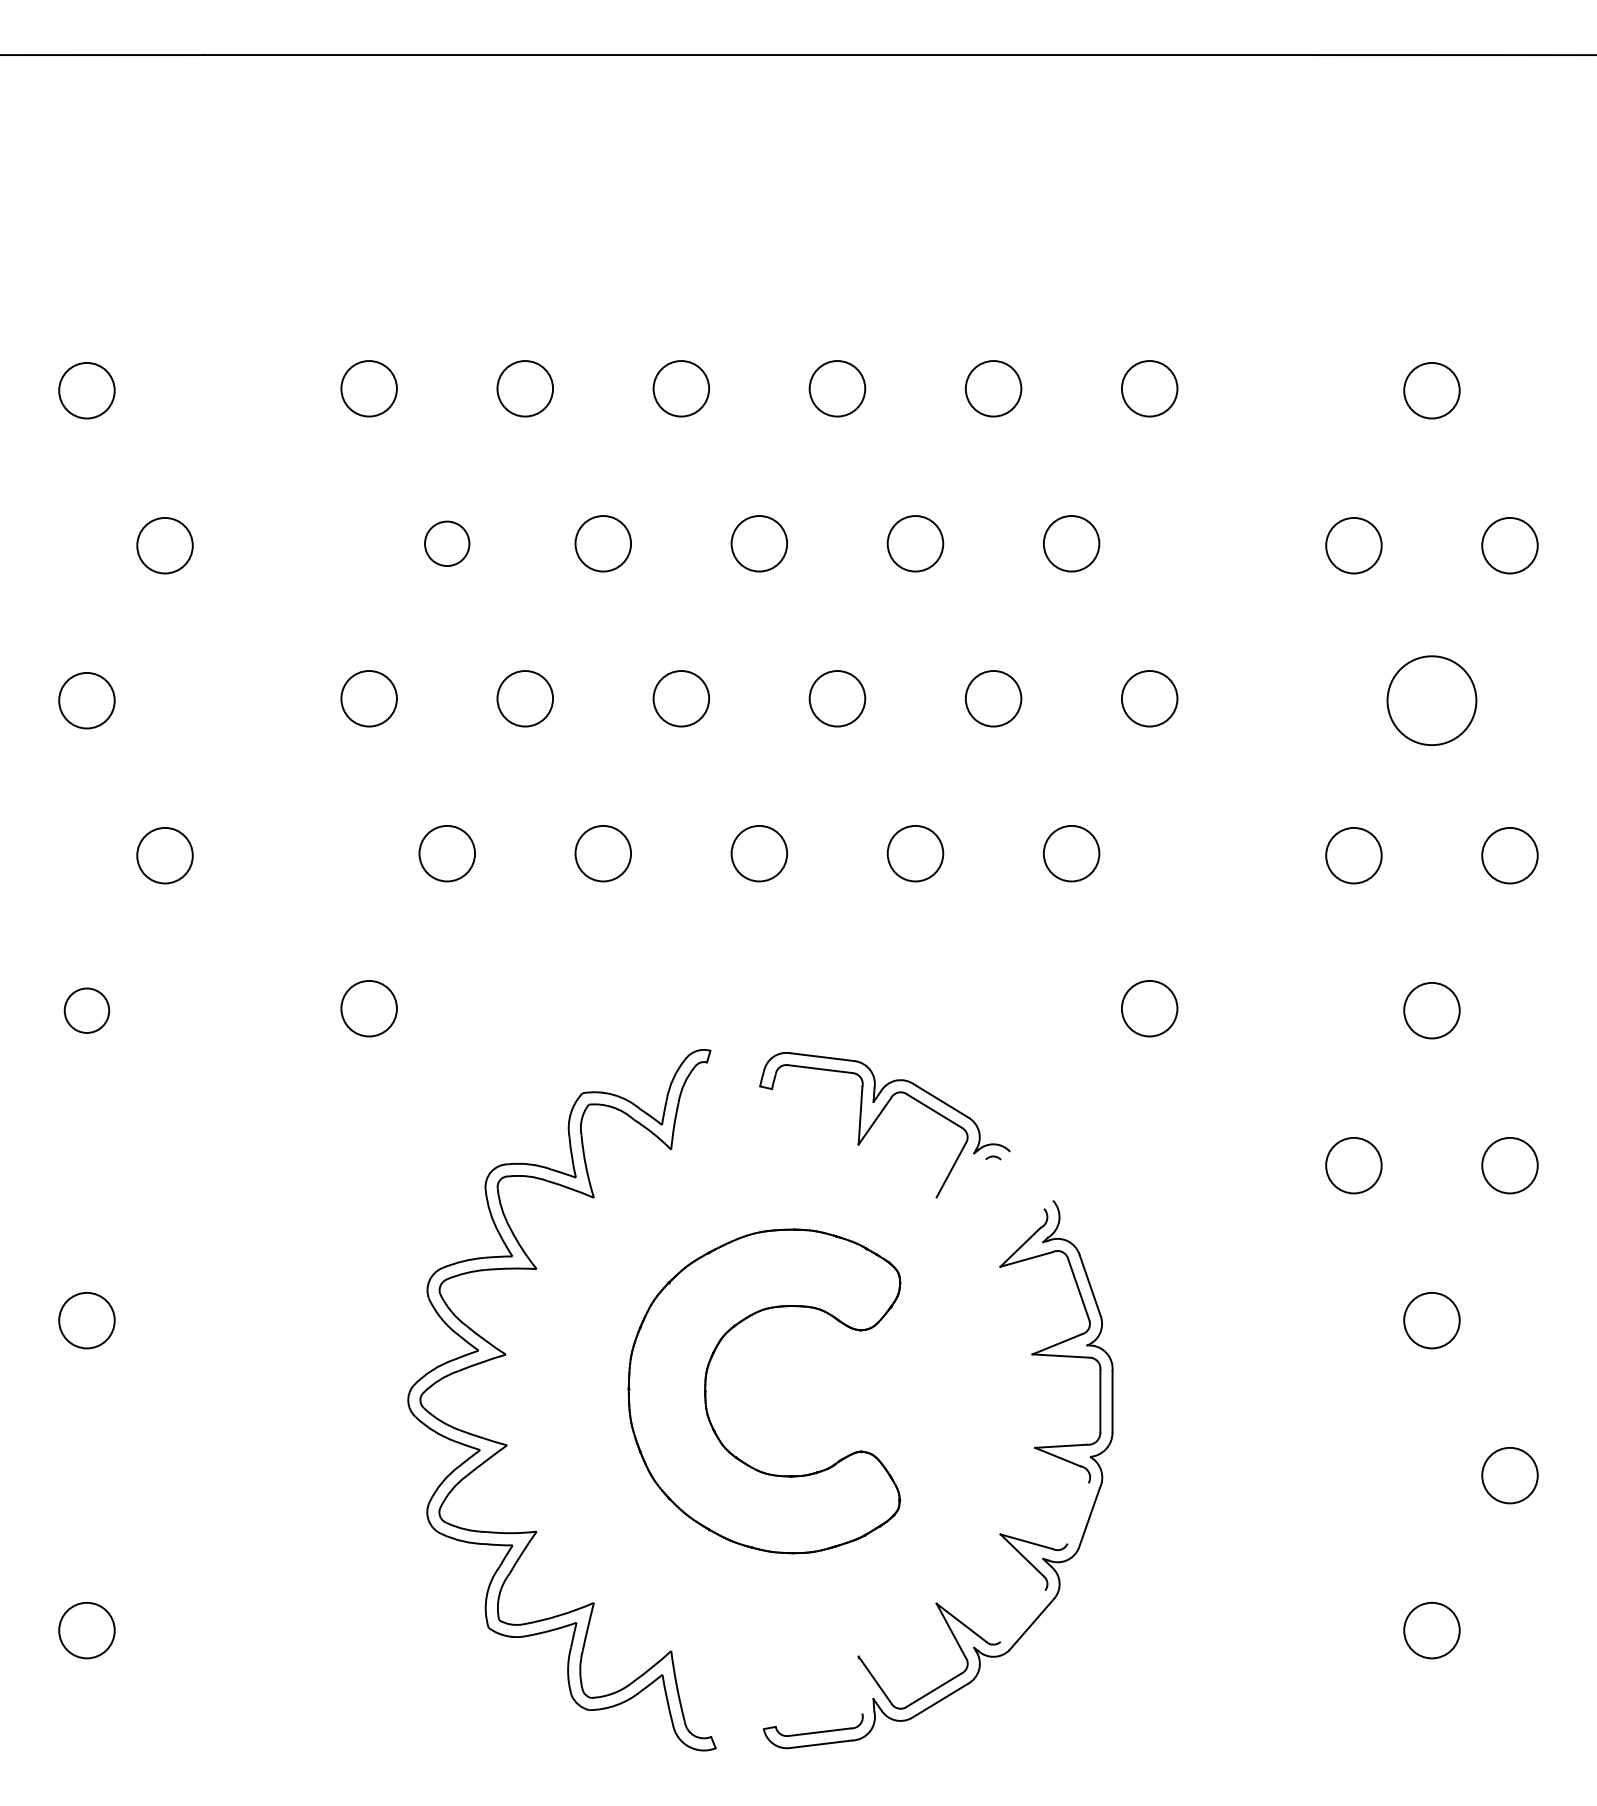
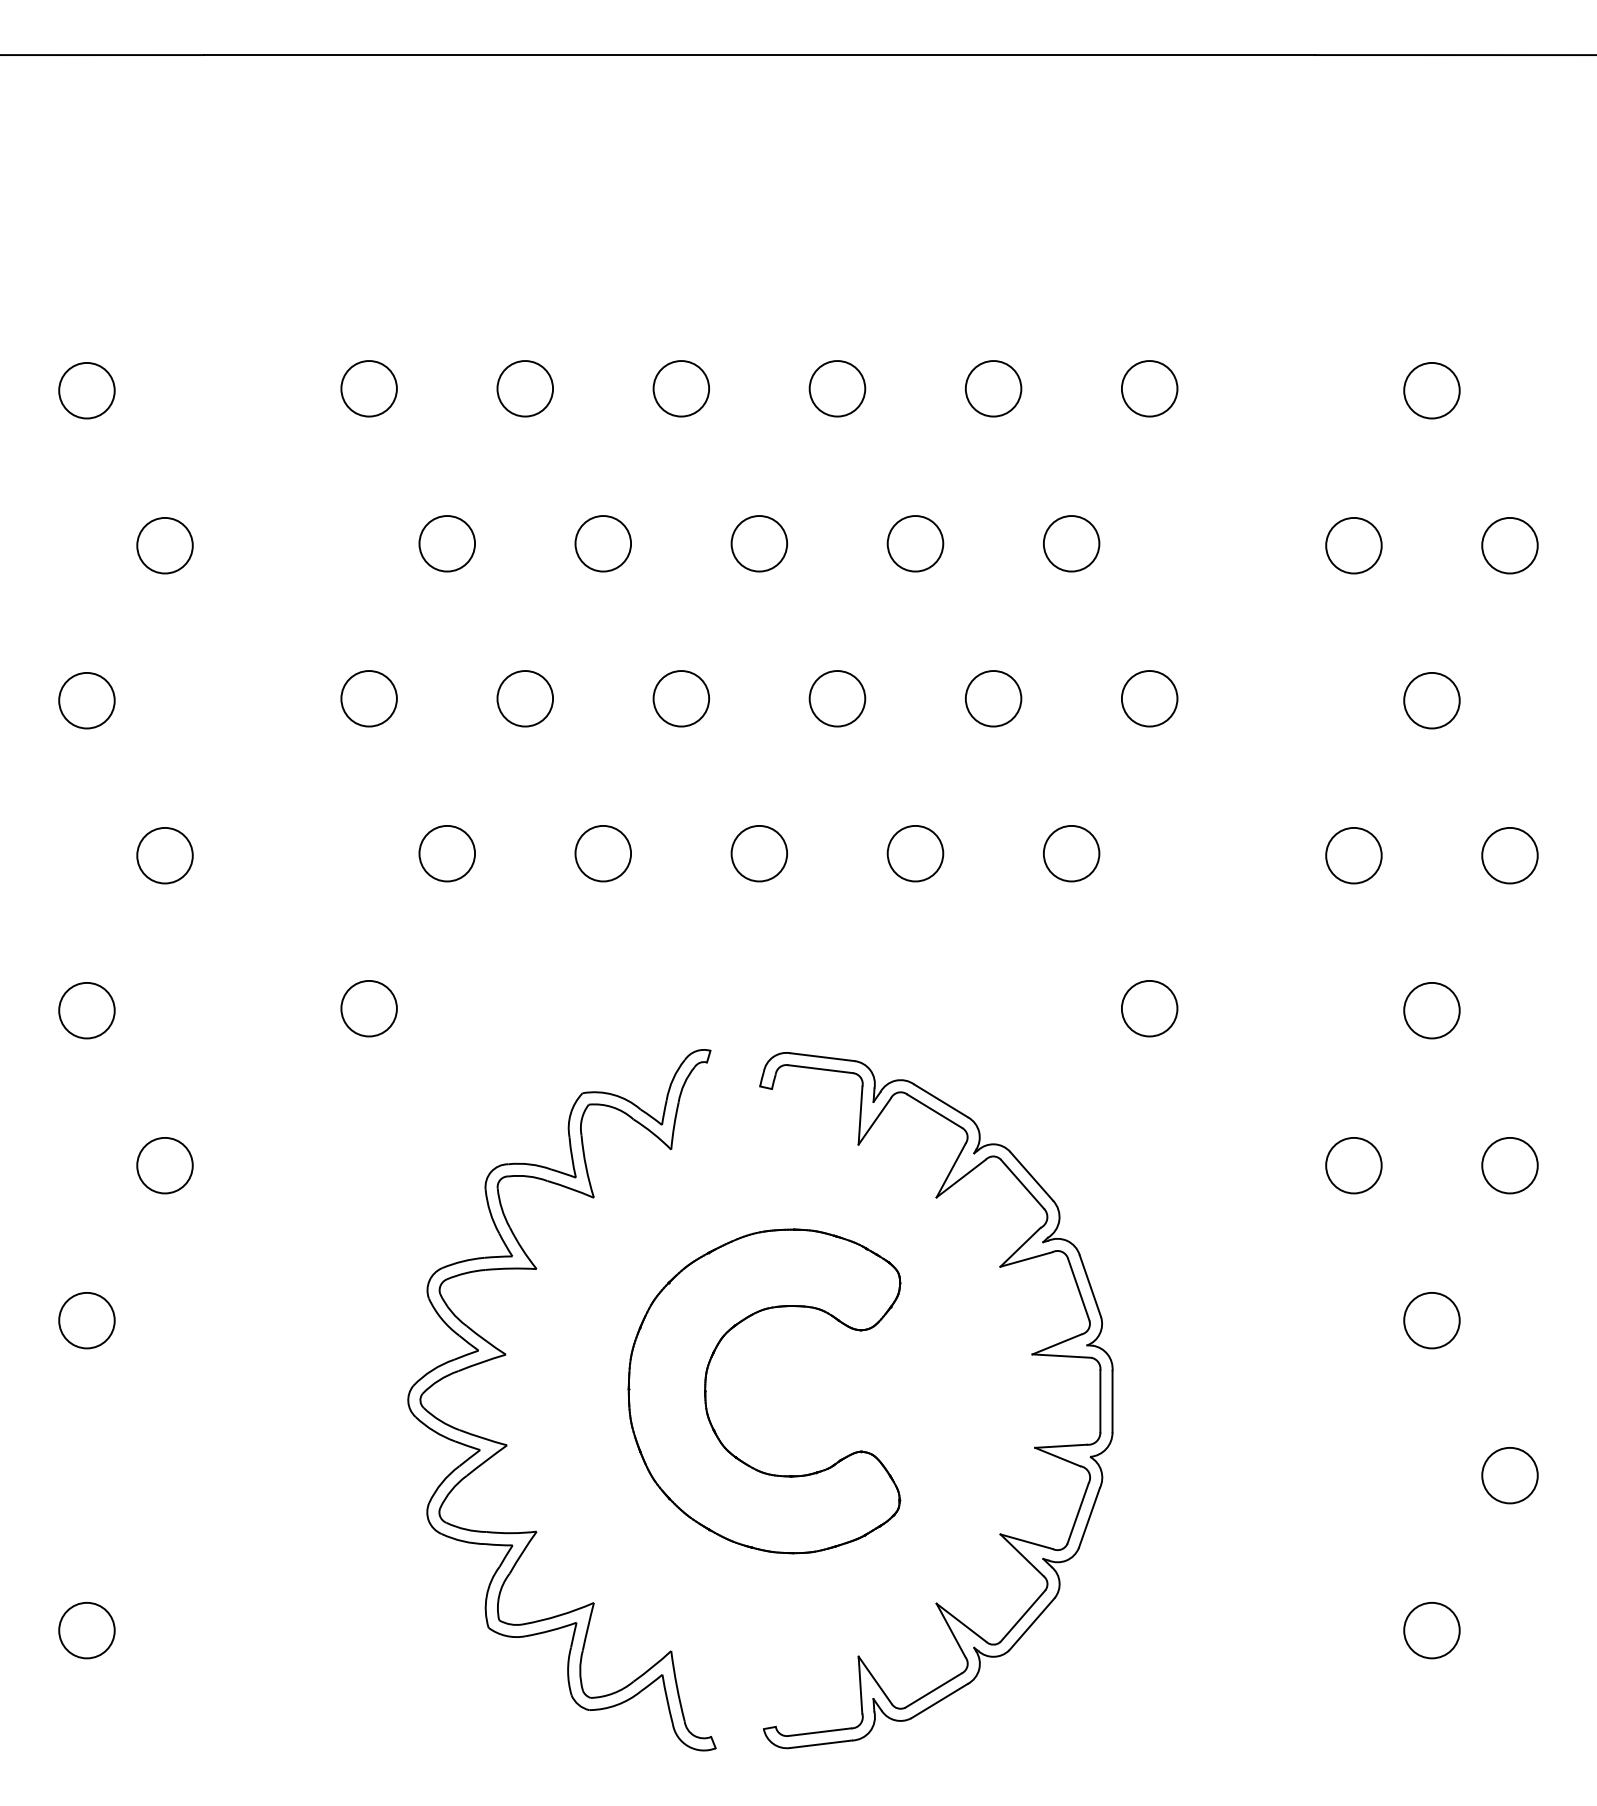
circle at (447, 543) size: 47x47 px -> 58x58 px
circle at (1431, 700) diameter: 89 px -> 56 px
circle at (86, 1010) size: 48x47 px -> 58x58 px
circle at (164, 1165): none -> present
line at (1031, 1175): none -> present
line at (960, 1178): none -> present
line at (1022, 1183): none -> present
line at (1077, 1513): none -> present
line at (1022, 1615): none -> present
line at (860, 1685): none -> present
